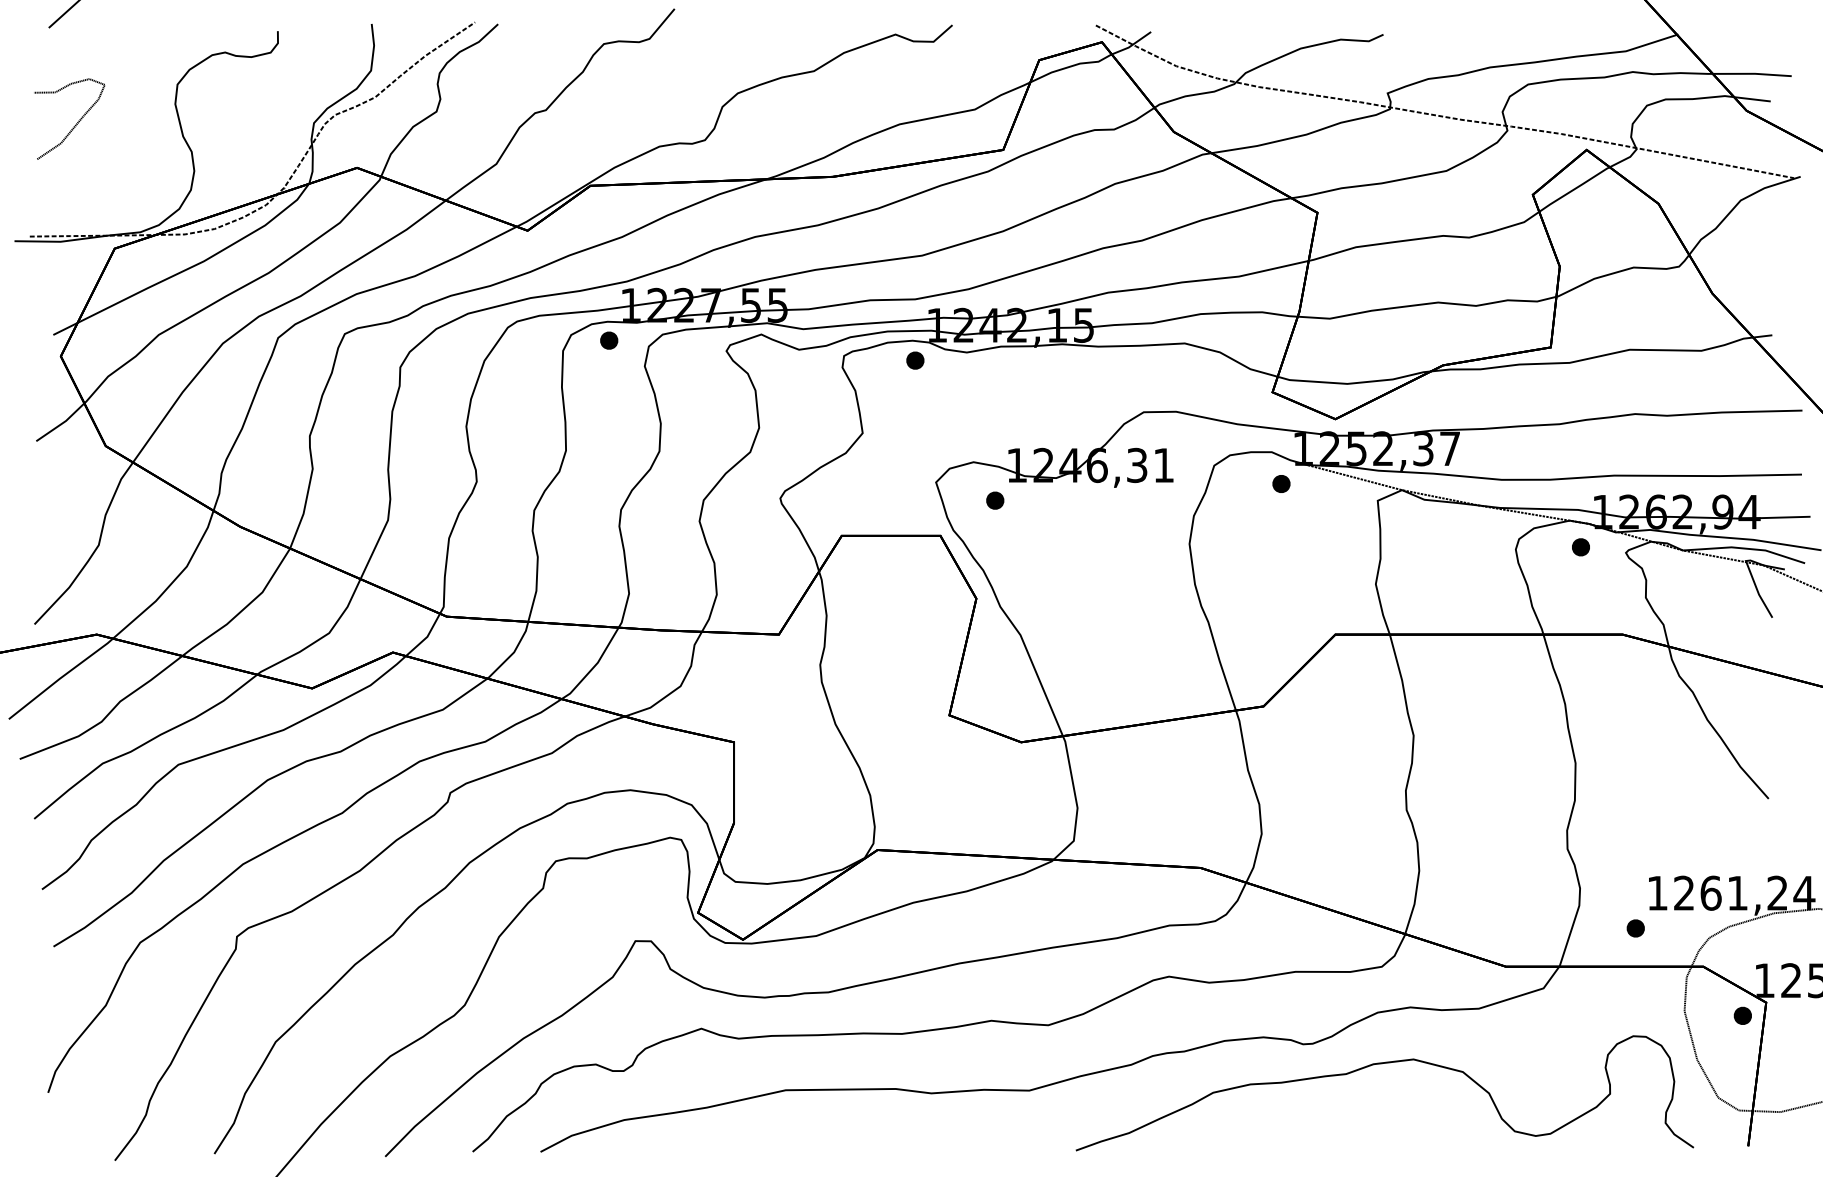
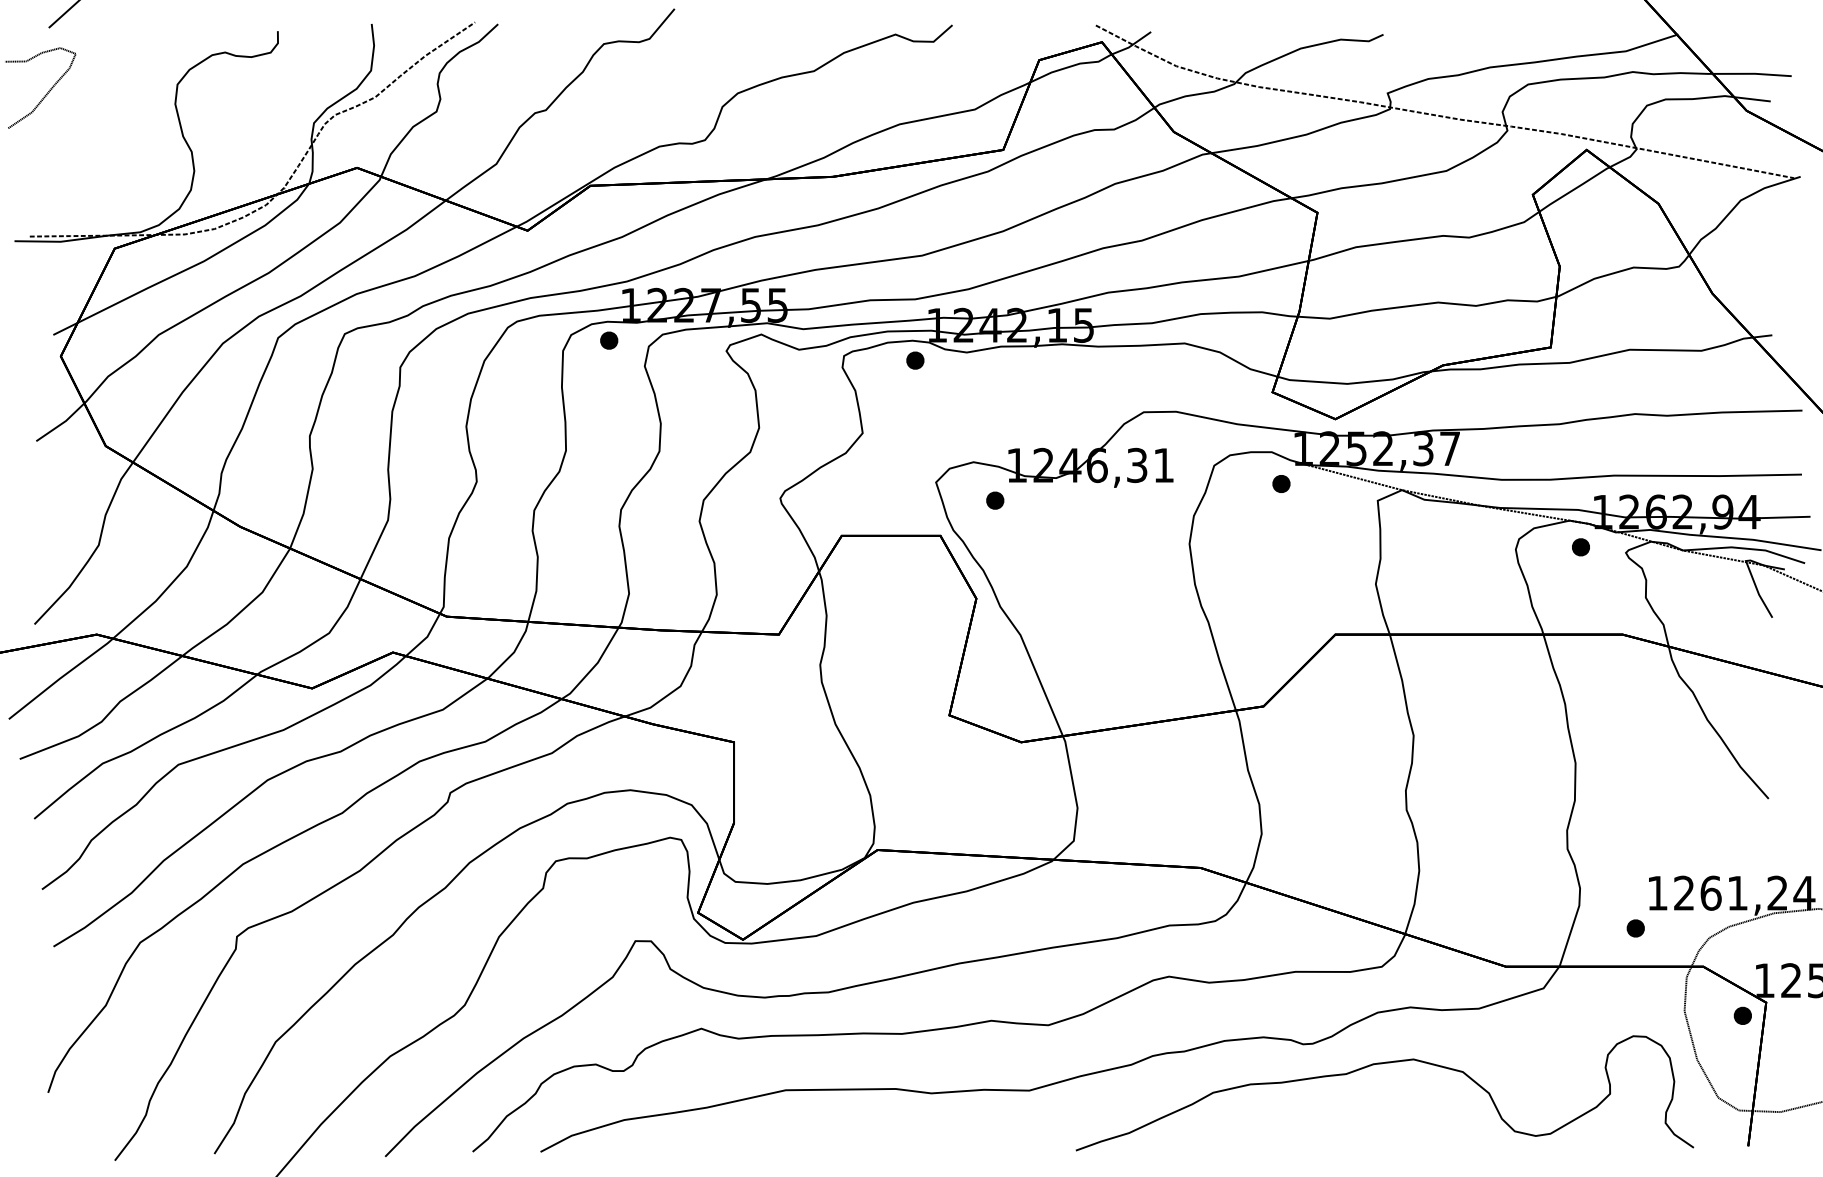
curve at (75, 124) position: (75, 124) -> (46, 93)
